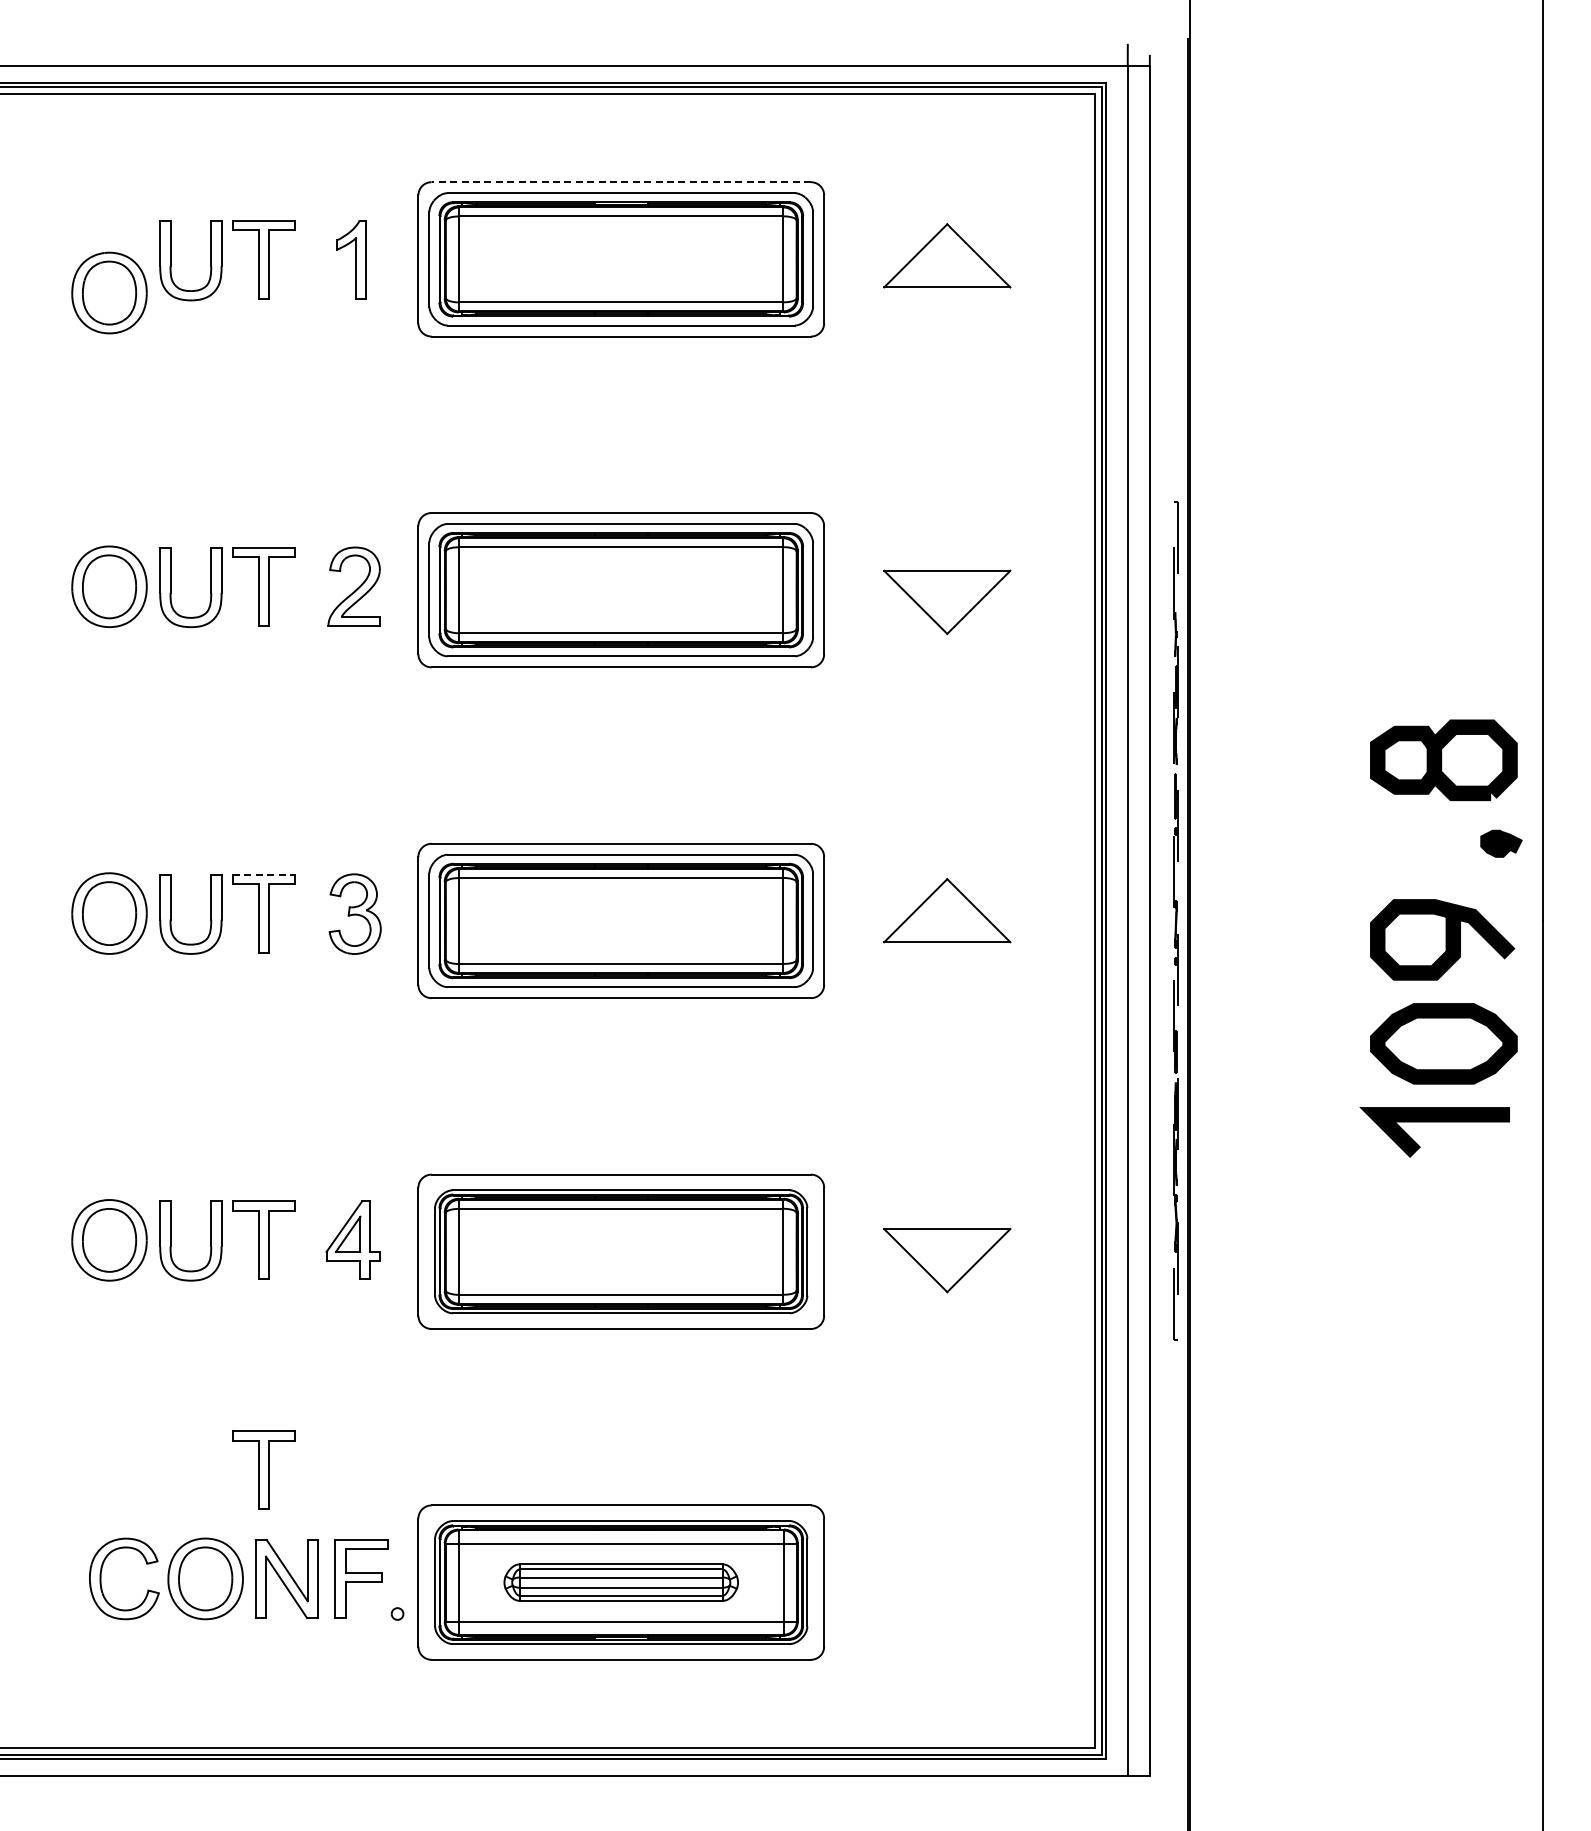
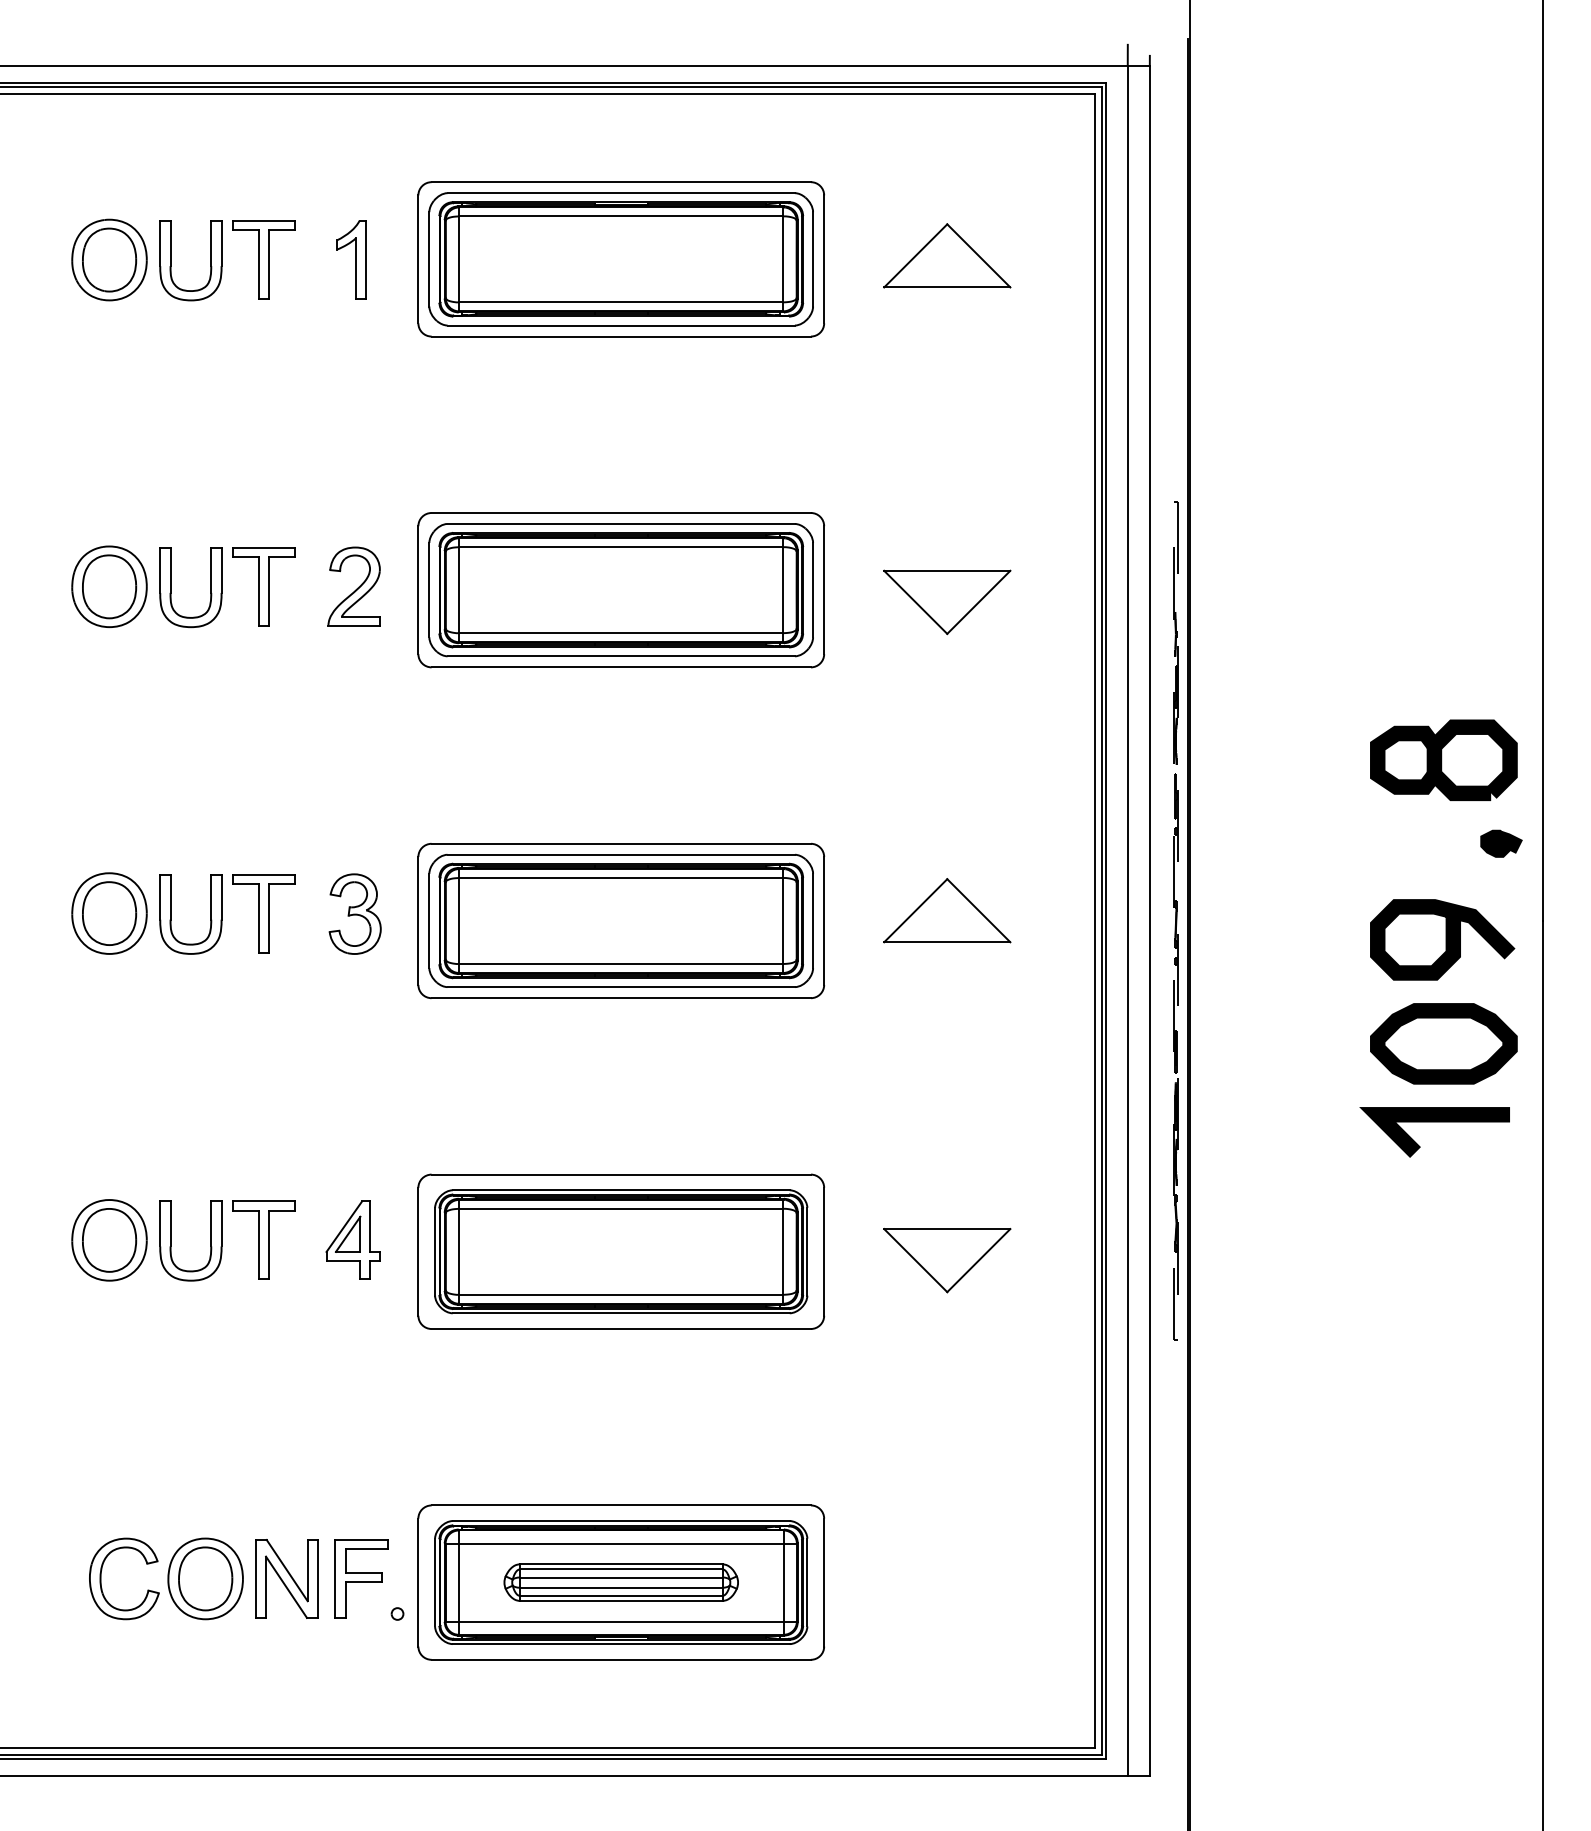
line at (621, 182): dashed -> solid
part at (109, 292) position: (109, 292) -> (109, 259)
line at (263, 874): dashed -> solid
part at (263, 1469): present -> none
